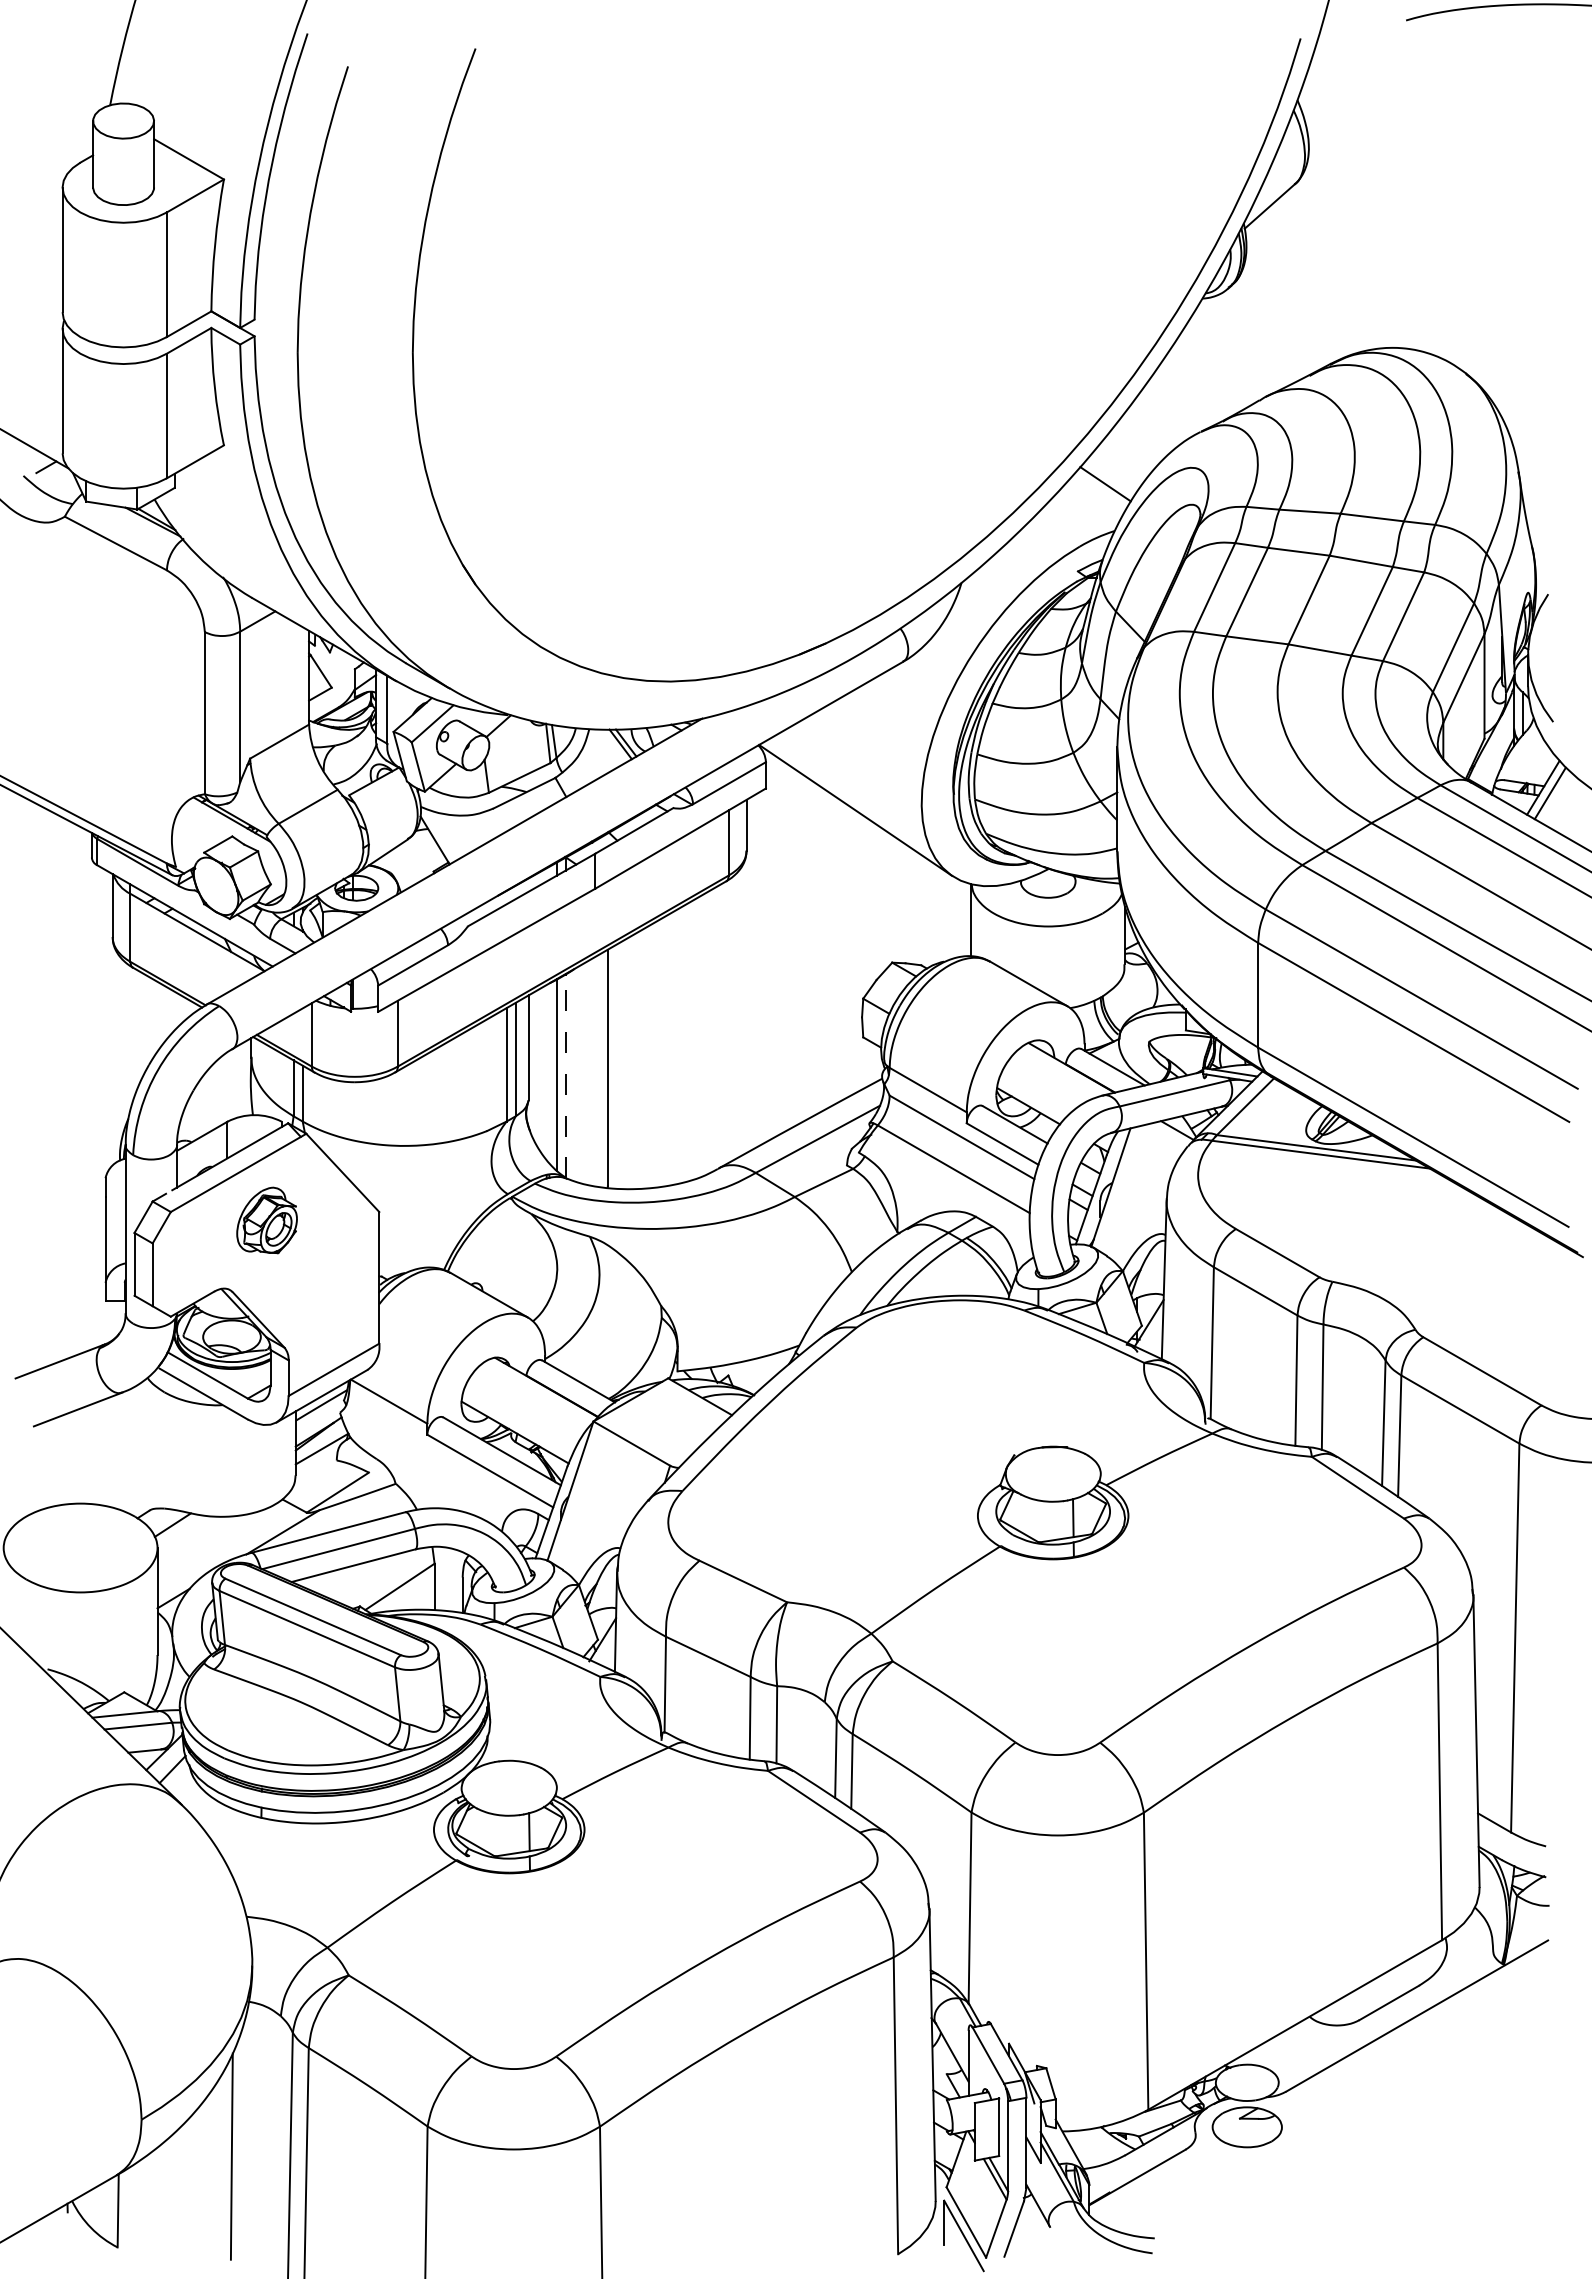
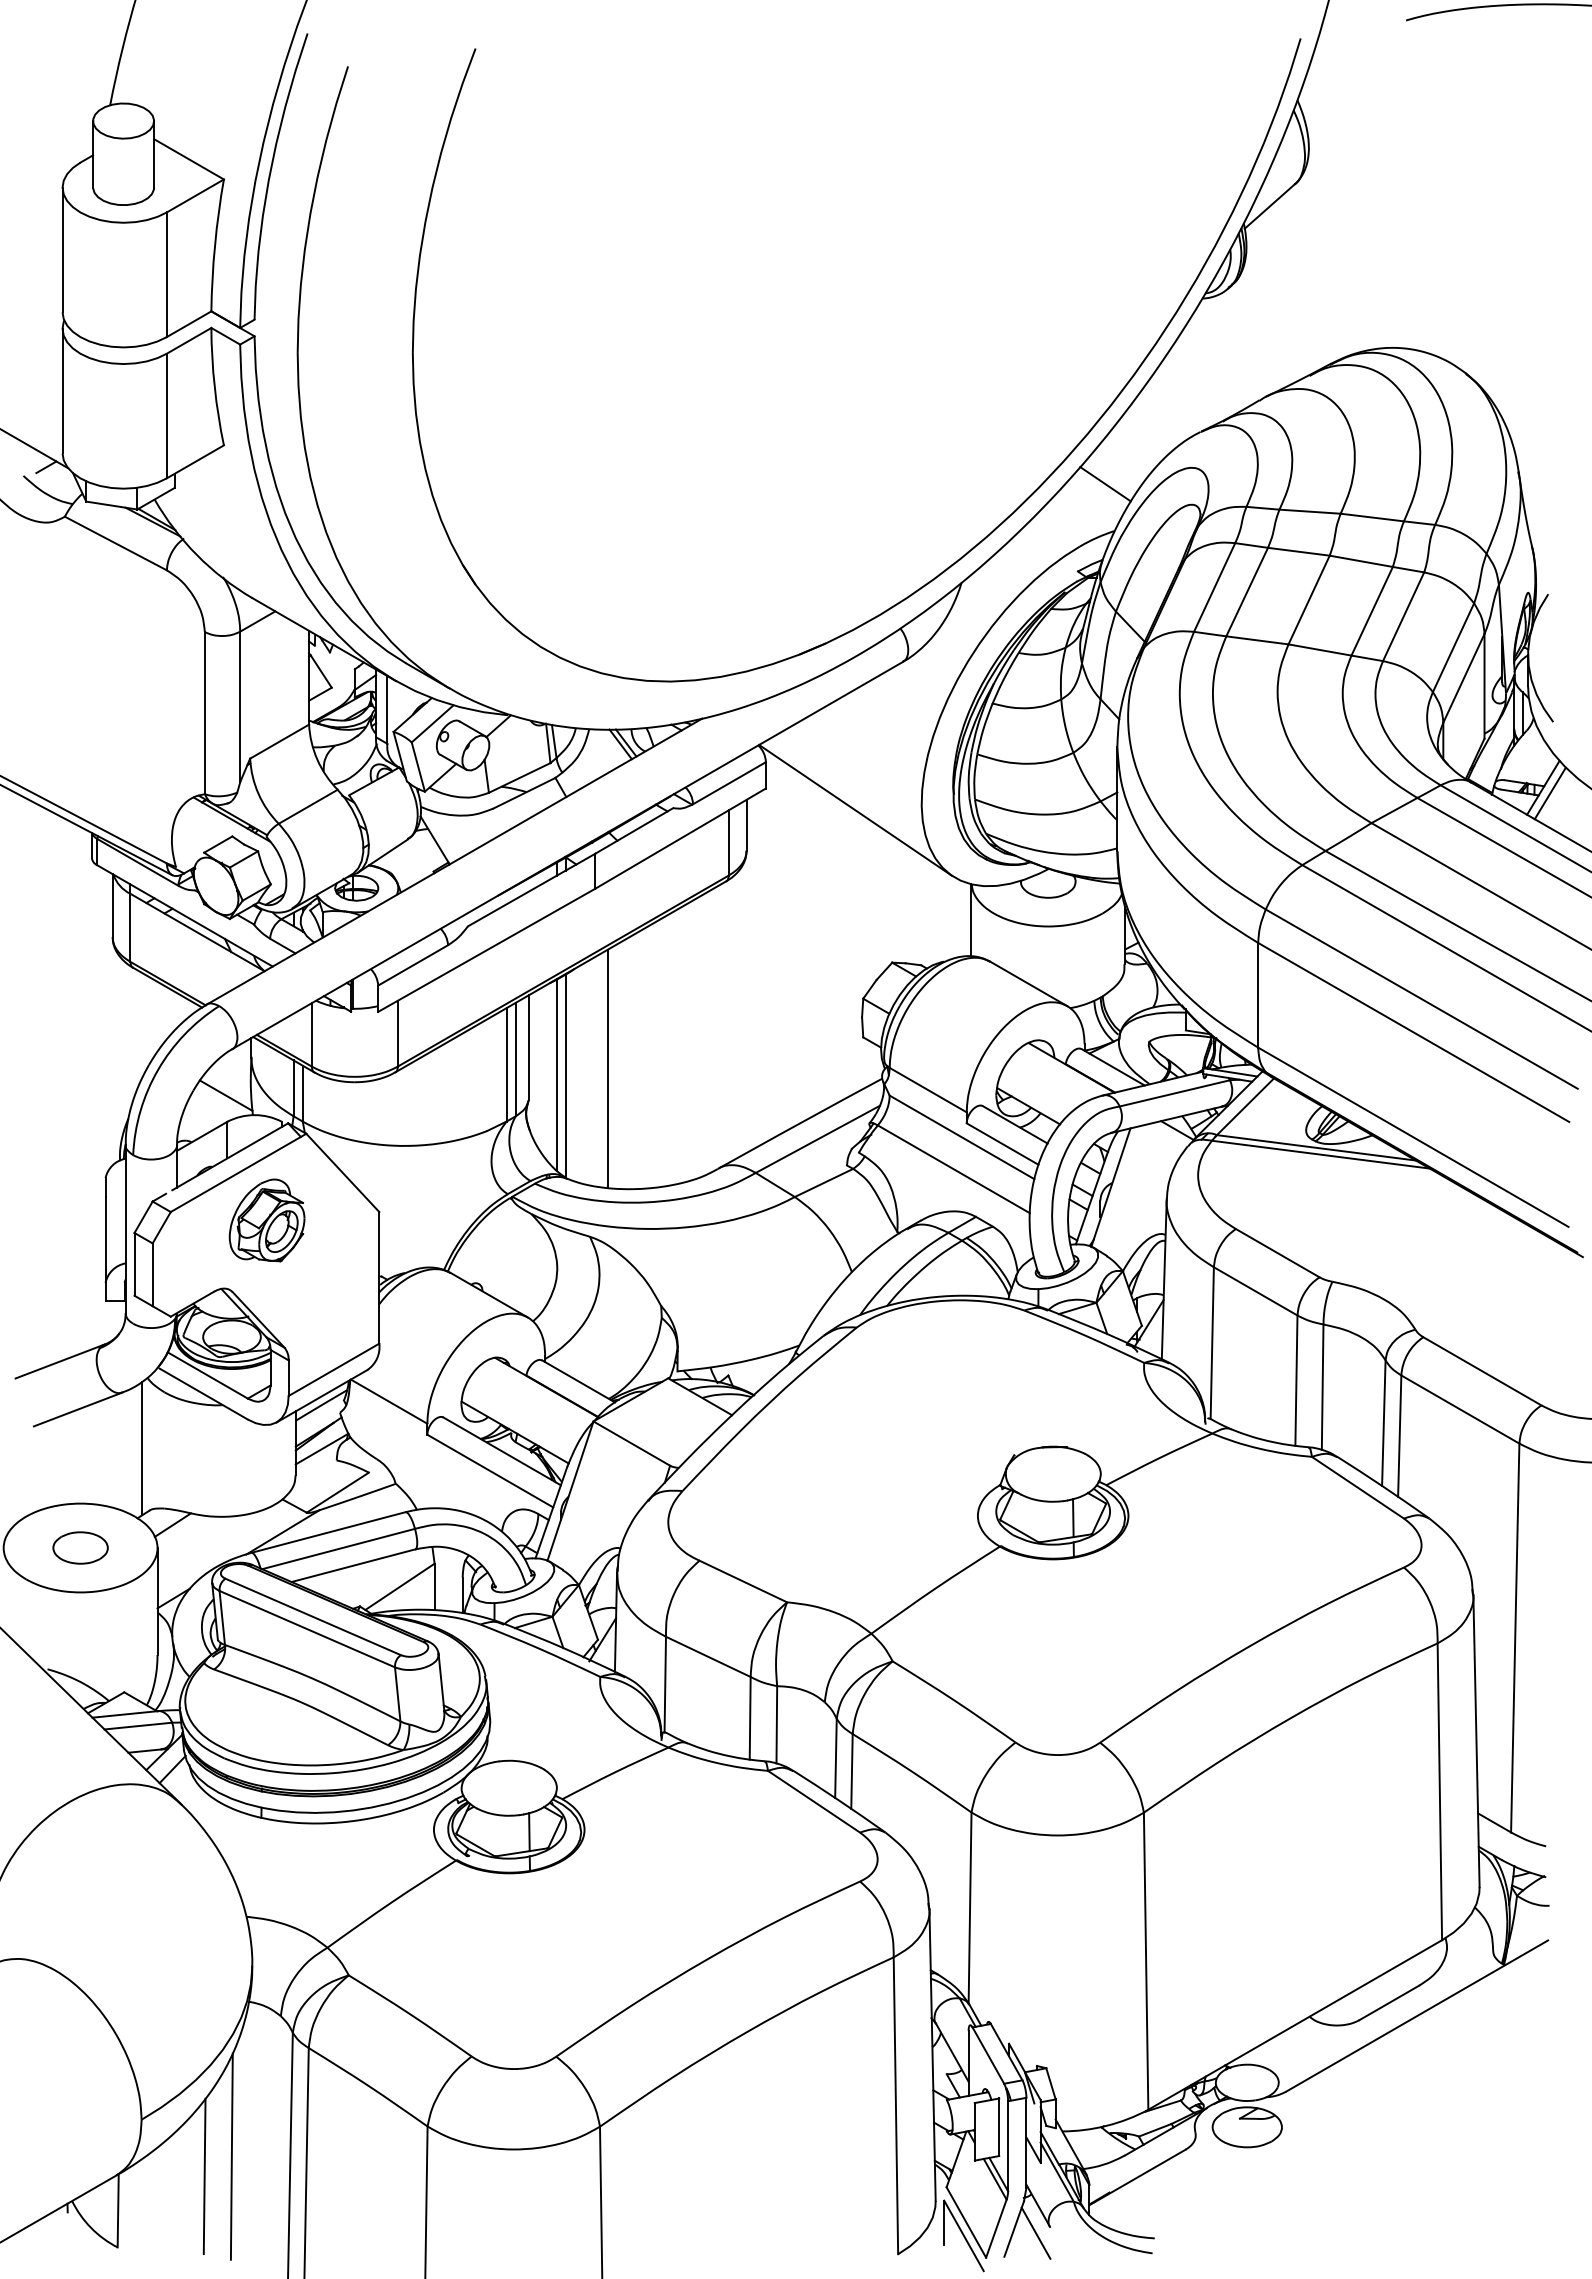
line at (565, 1076): dashed -> solid
line at (225, 1095): none -> present
part at (266, 1220) size: 62x69 px -> 78x85 px
line at (141, 1448): none -> present
part at (80, 1547): none -> present
line at (204, 2176): none -> present
line at (1035, 2232): none -> present
